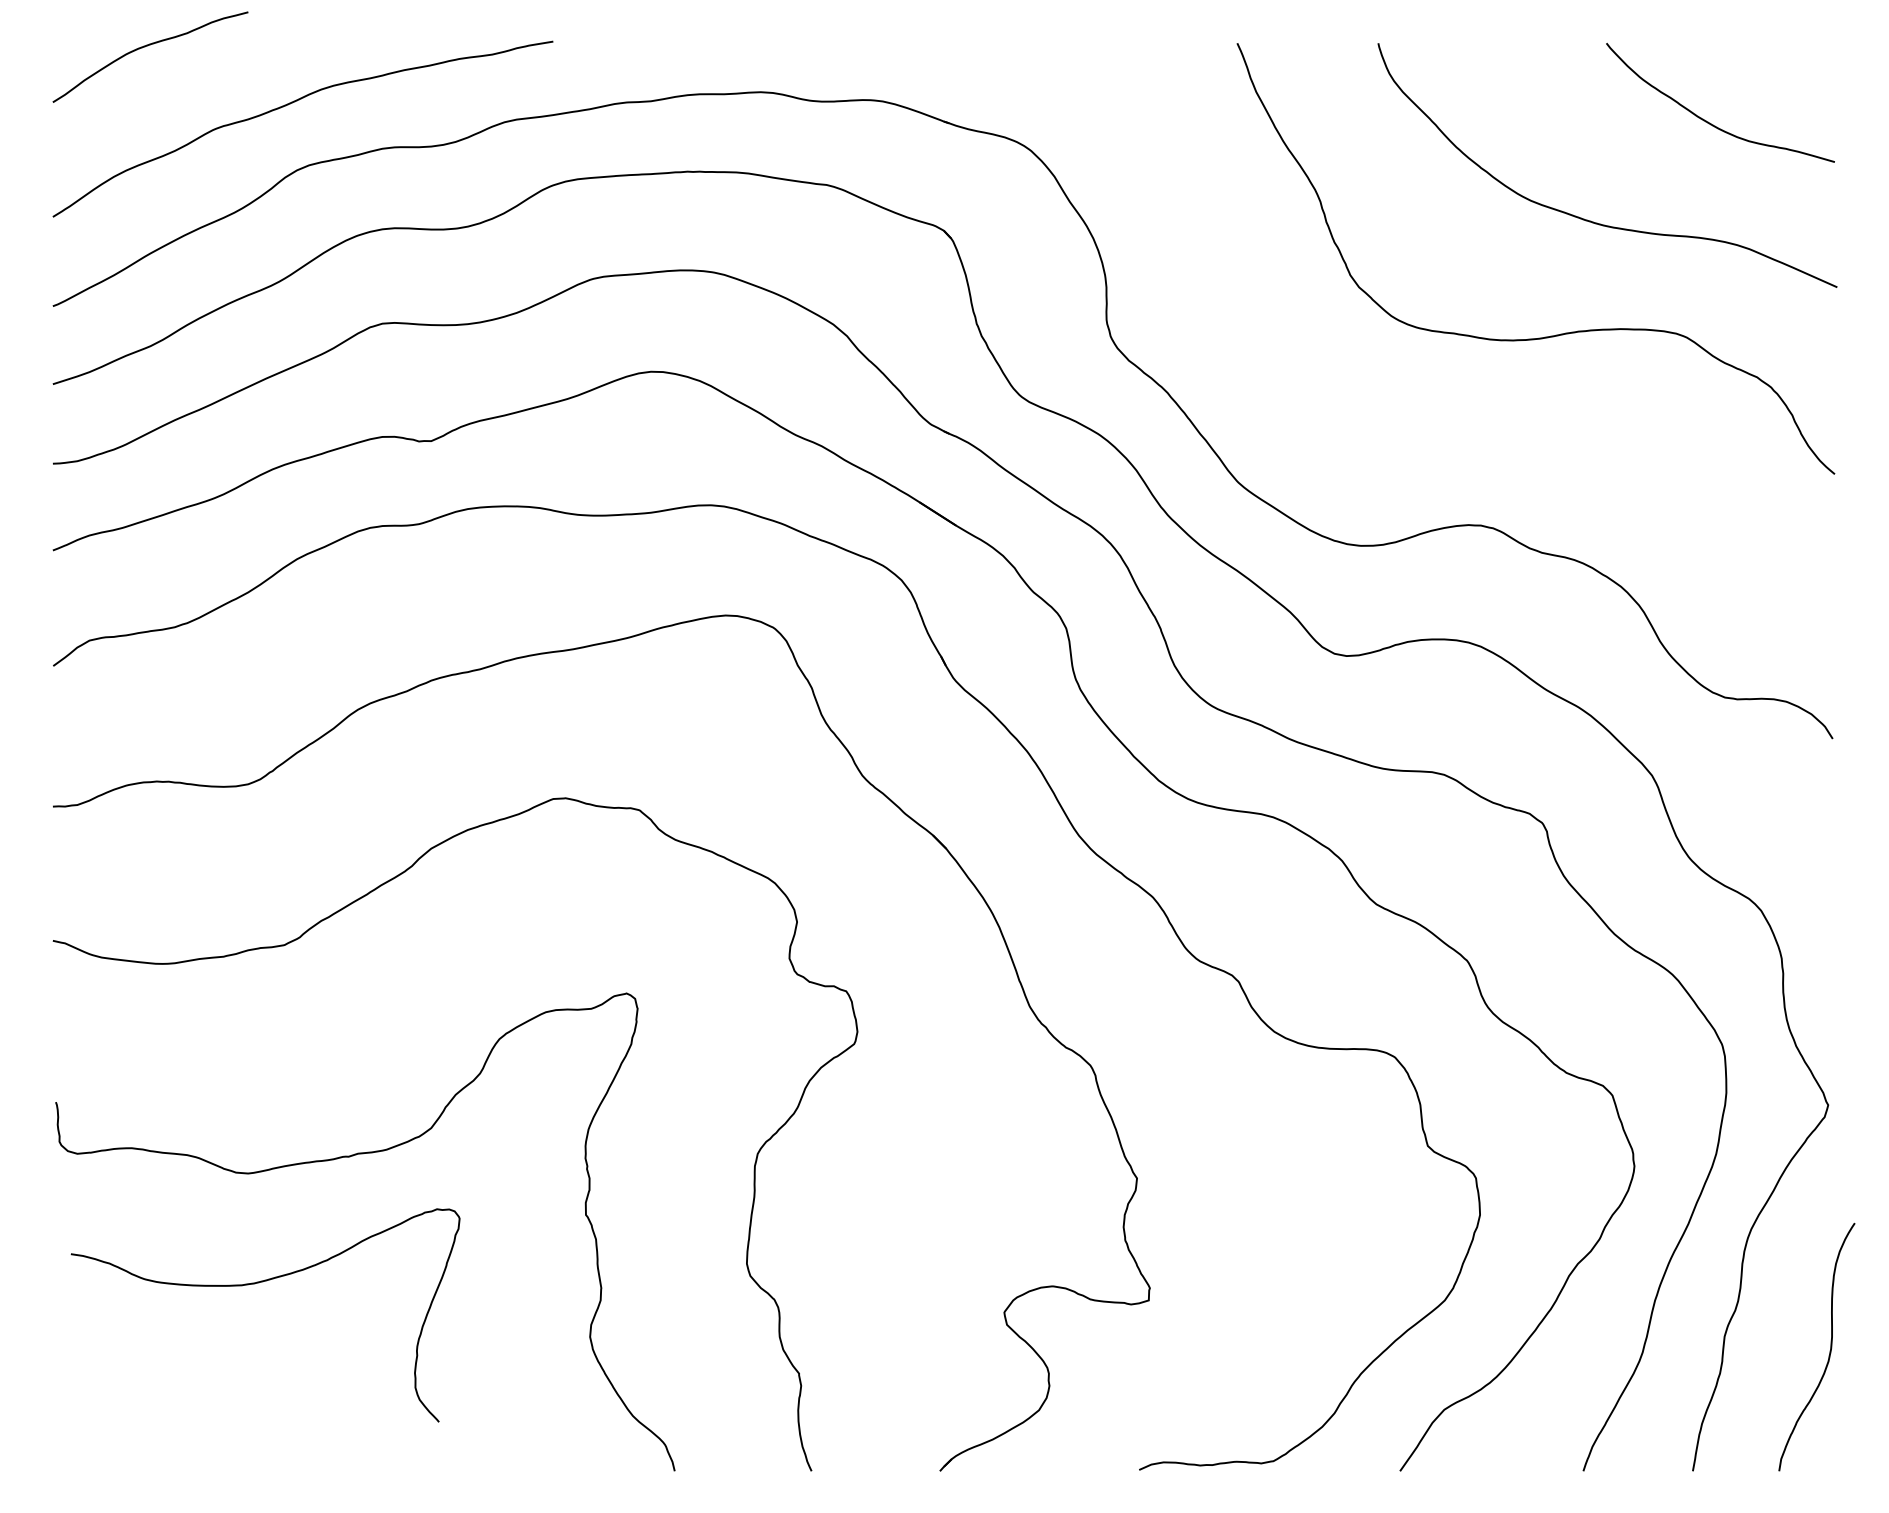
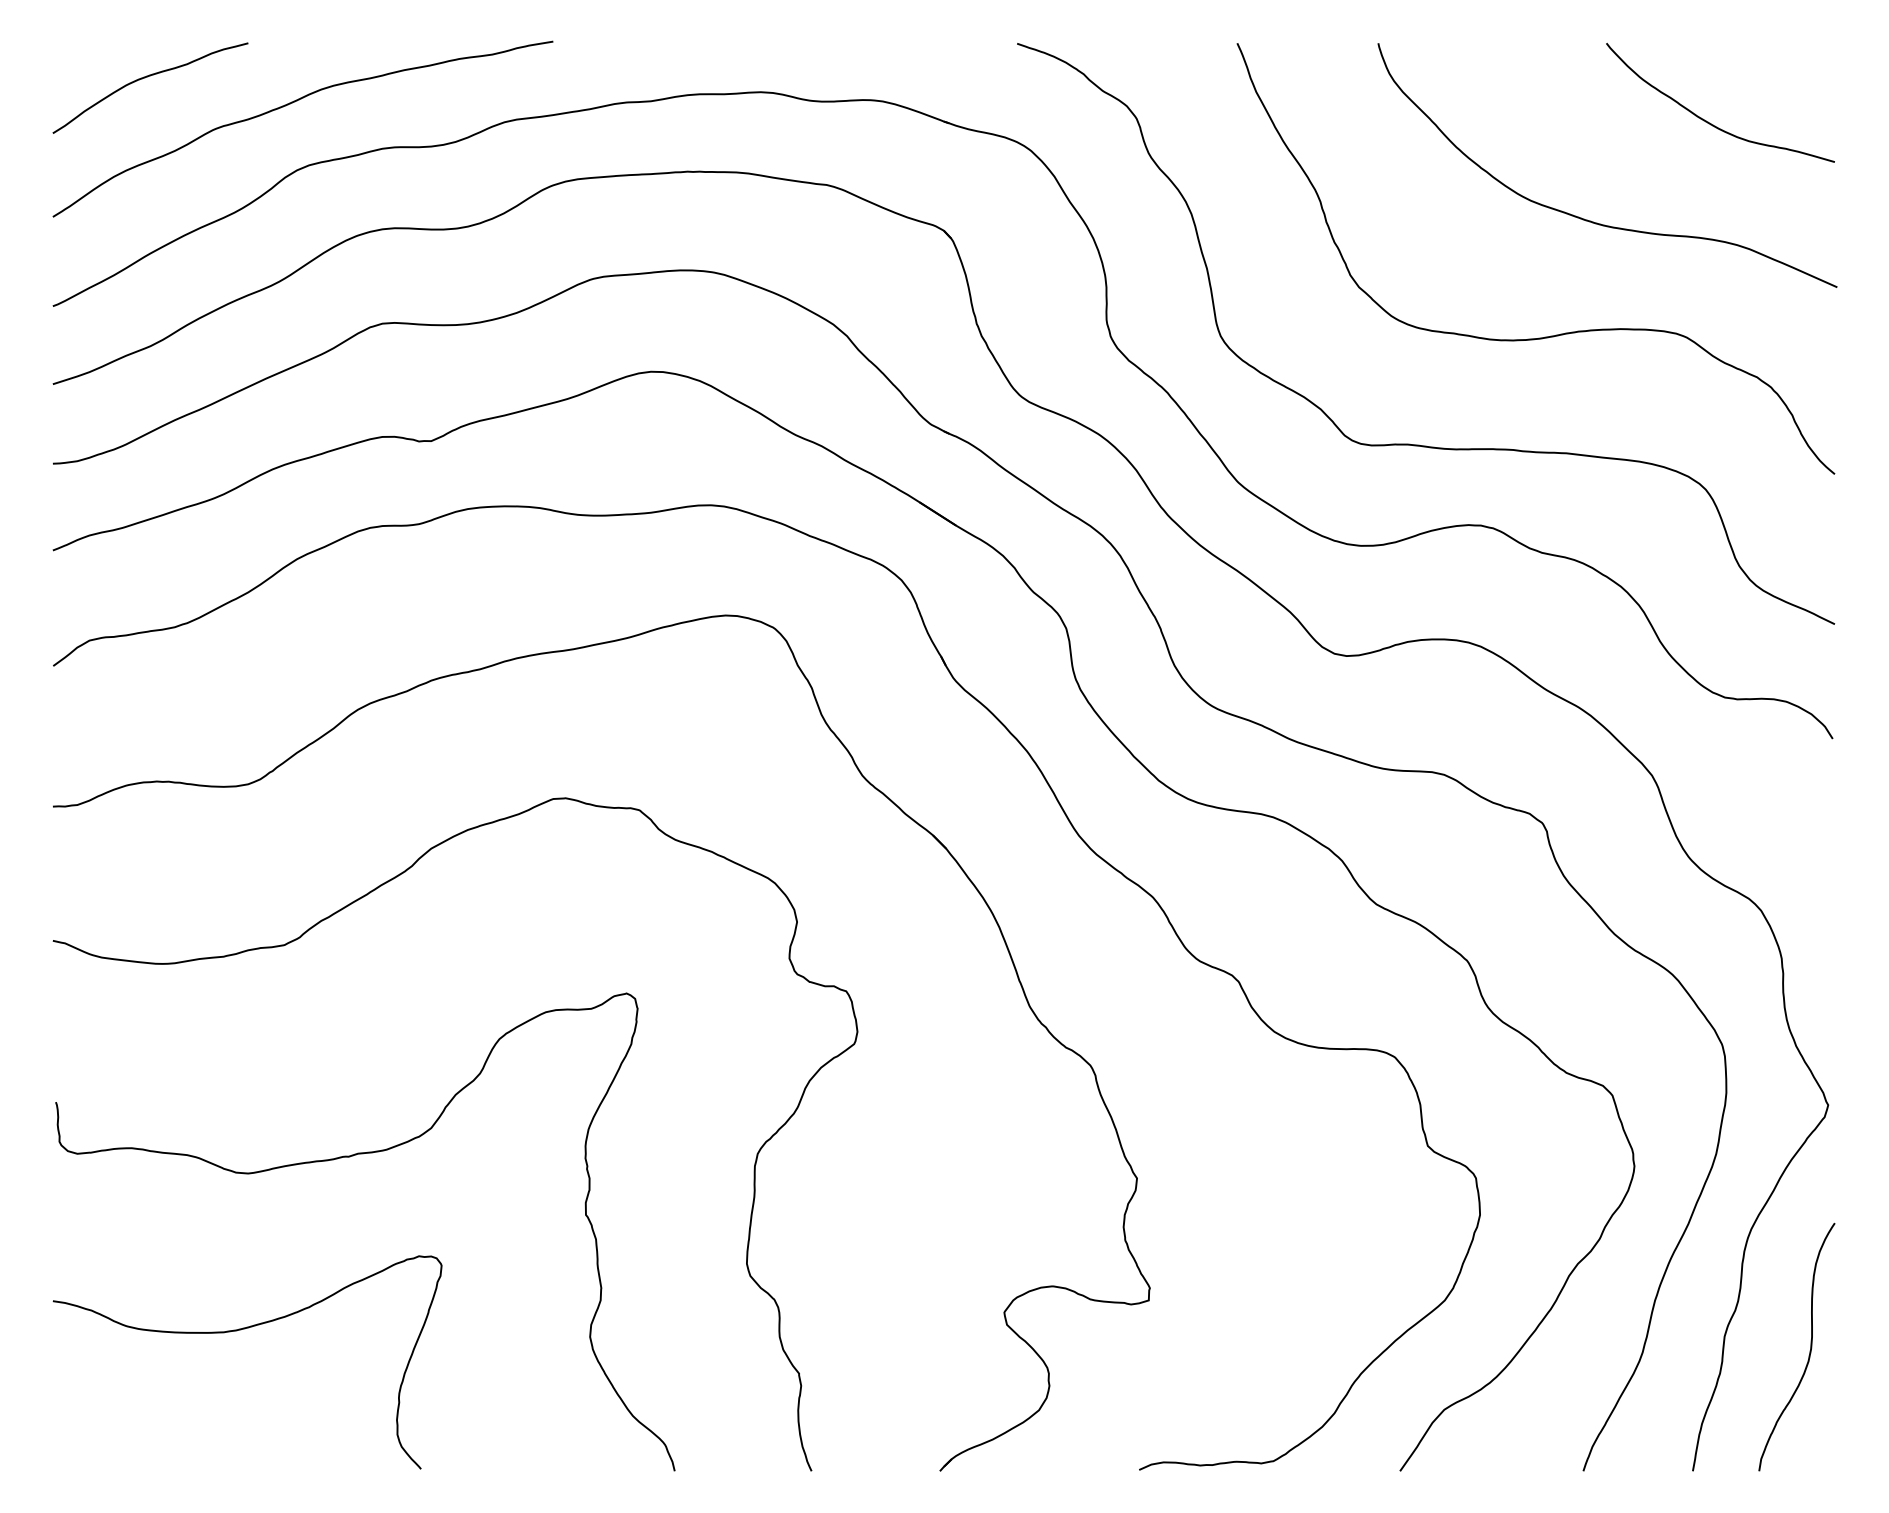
curve at (145, 47) position: (145, 47) -> (145, 78)
curve at (1419, 444): none -> present
curve at (259, 1283) position: (259, 1283) -> (241, 1330)
curve at (1829, 1350) position: (1829, 1350) -> (1809, 1350)
